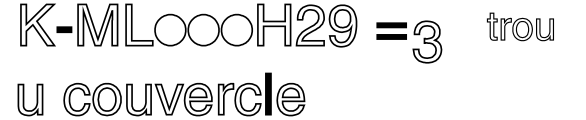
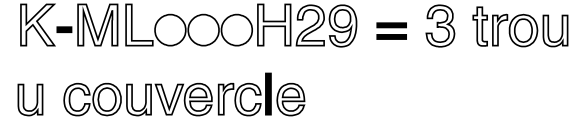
part at (519, 26) size: 68x30 px -> 97x42 px
part at (427, 41) position: (427, 41) -> (440, 25)
